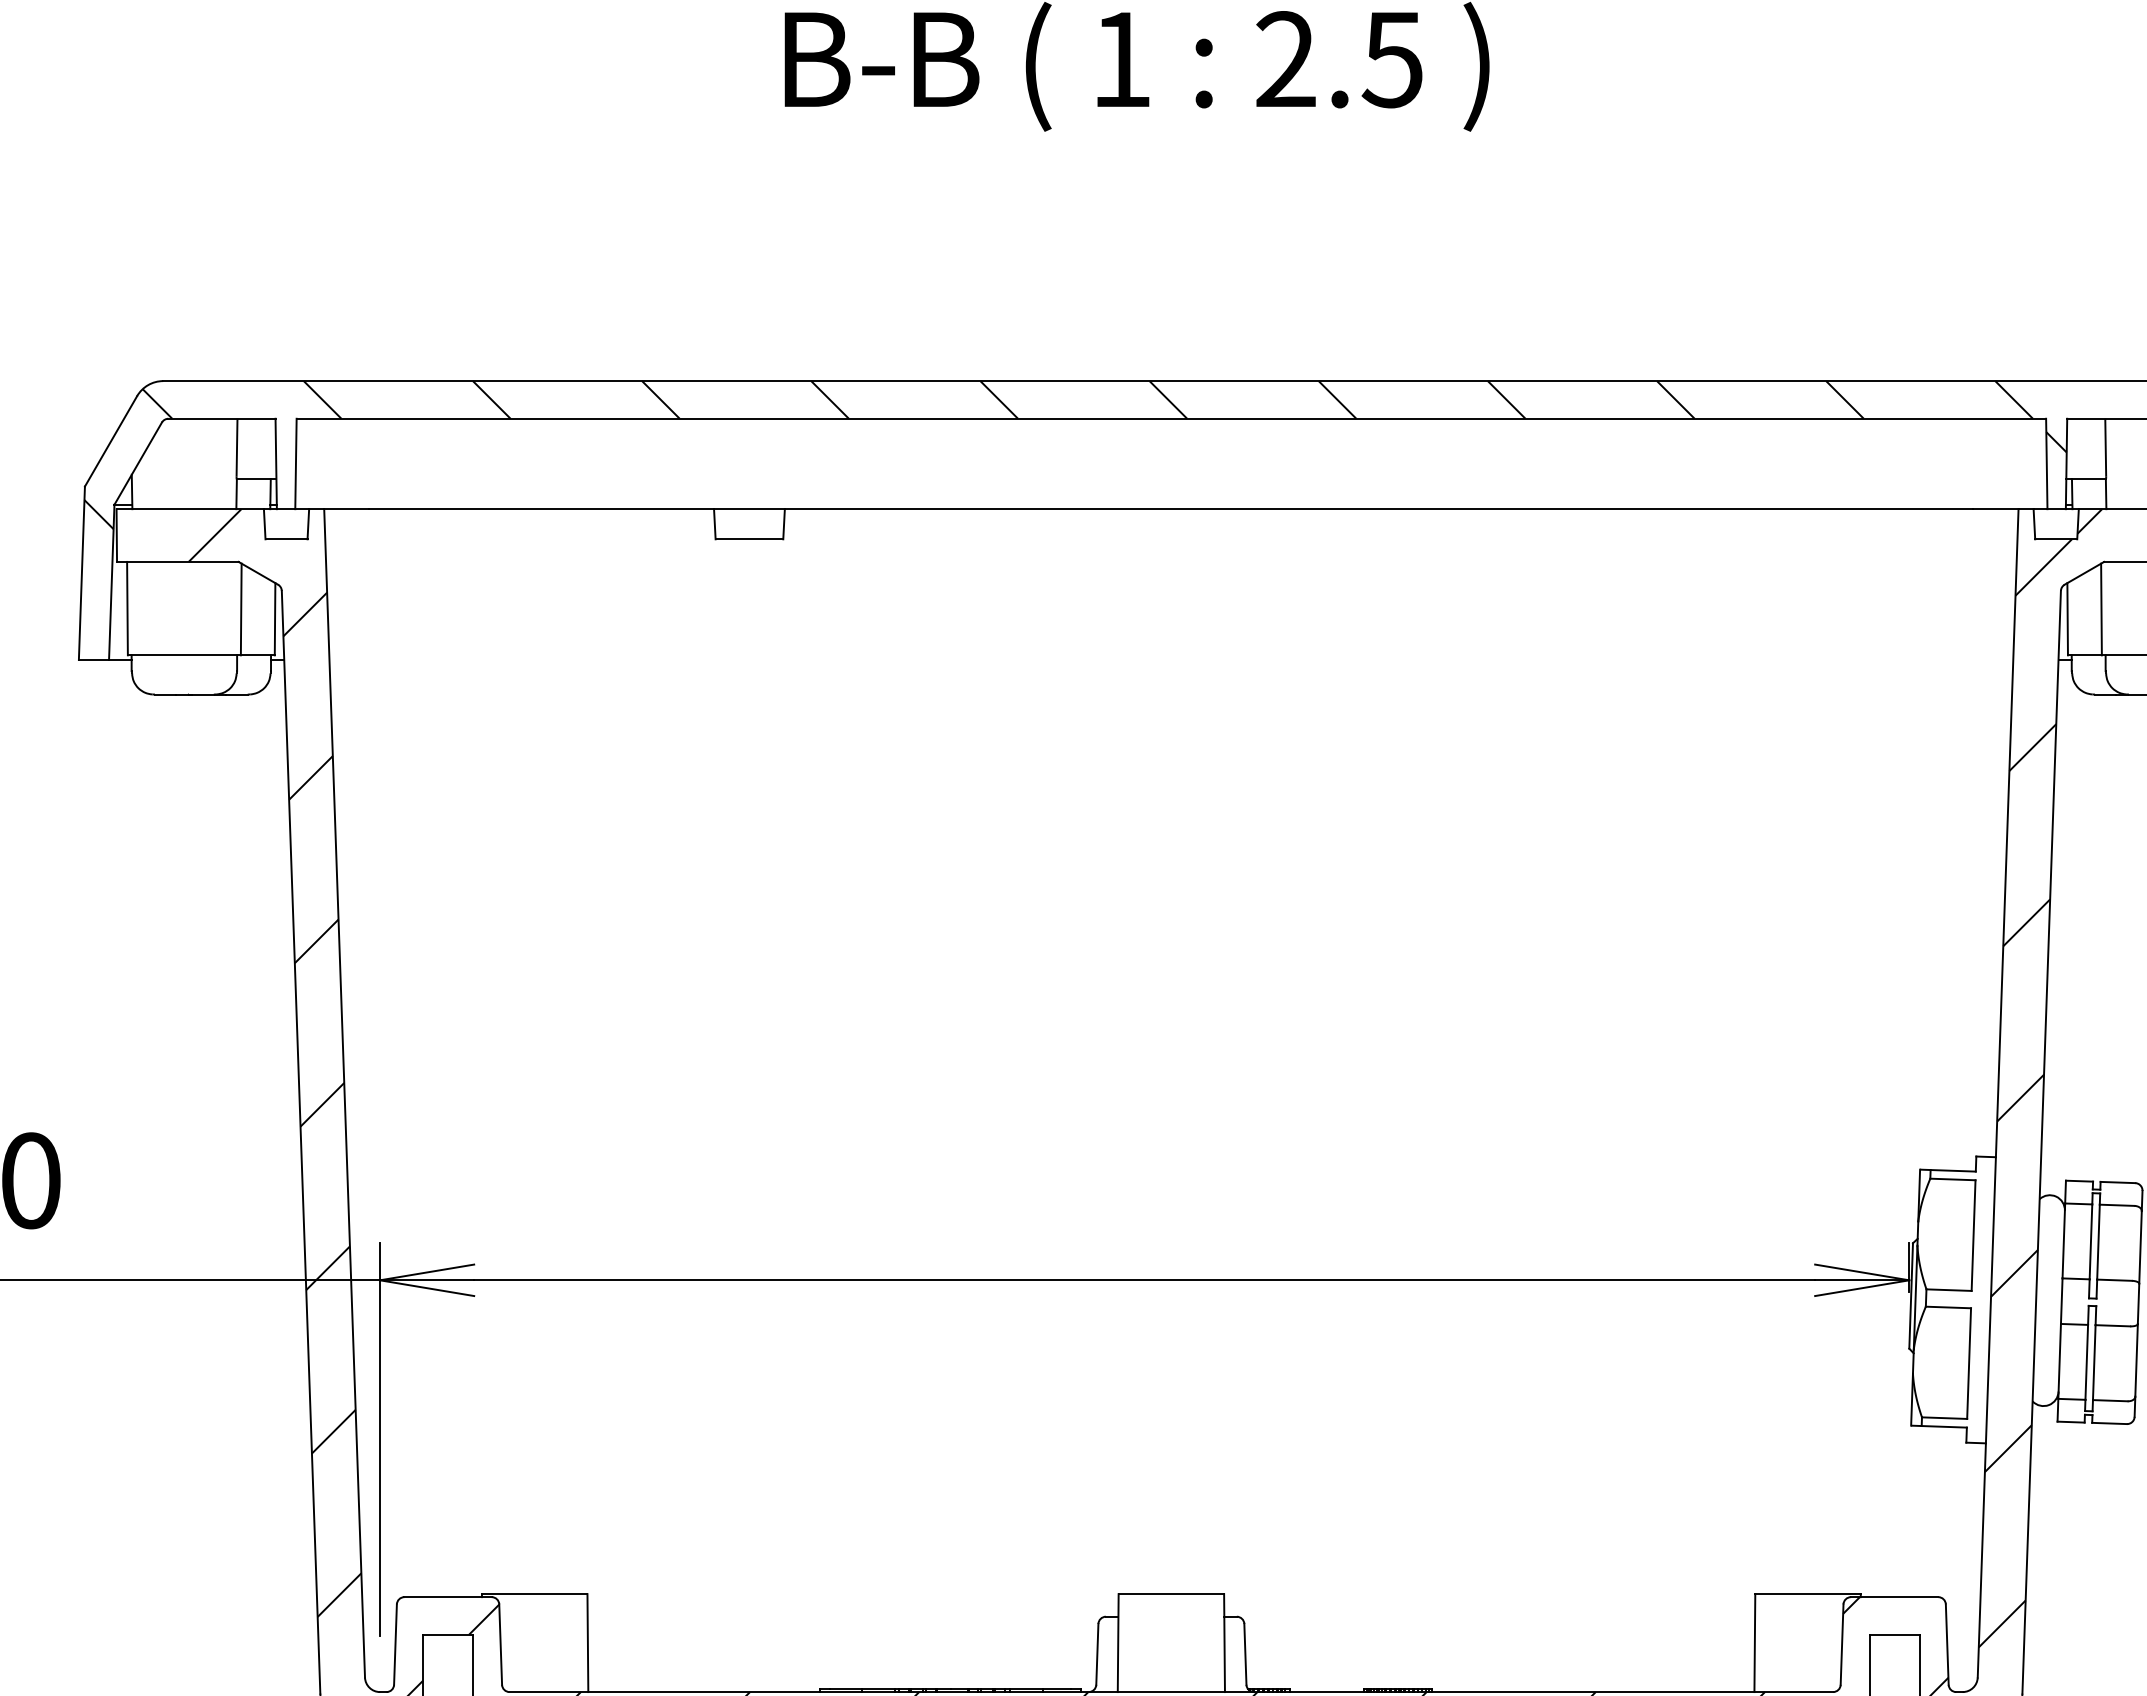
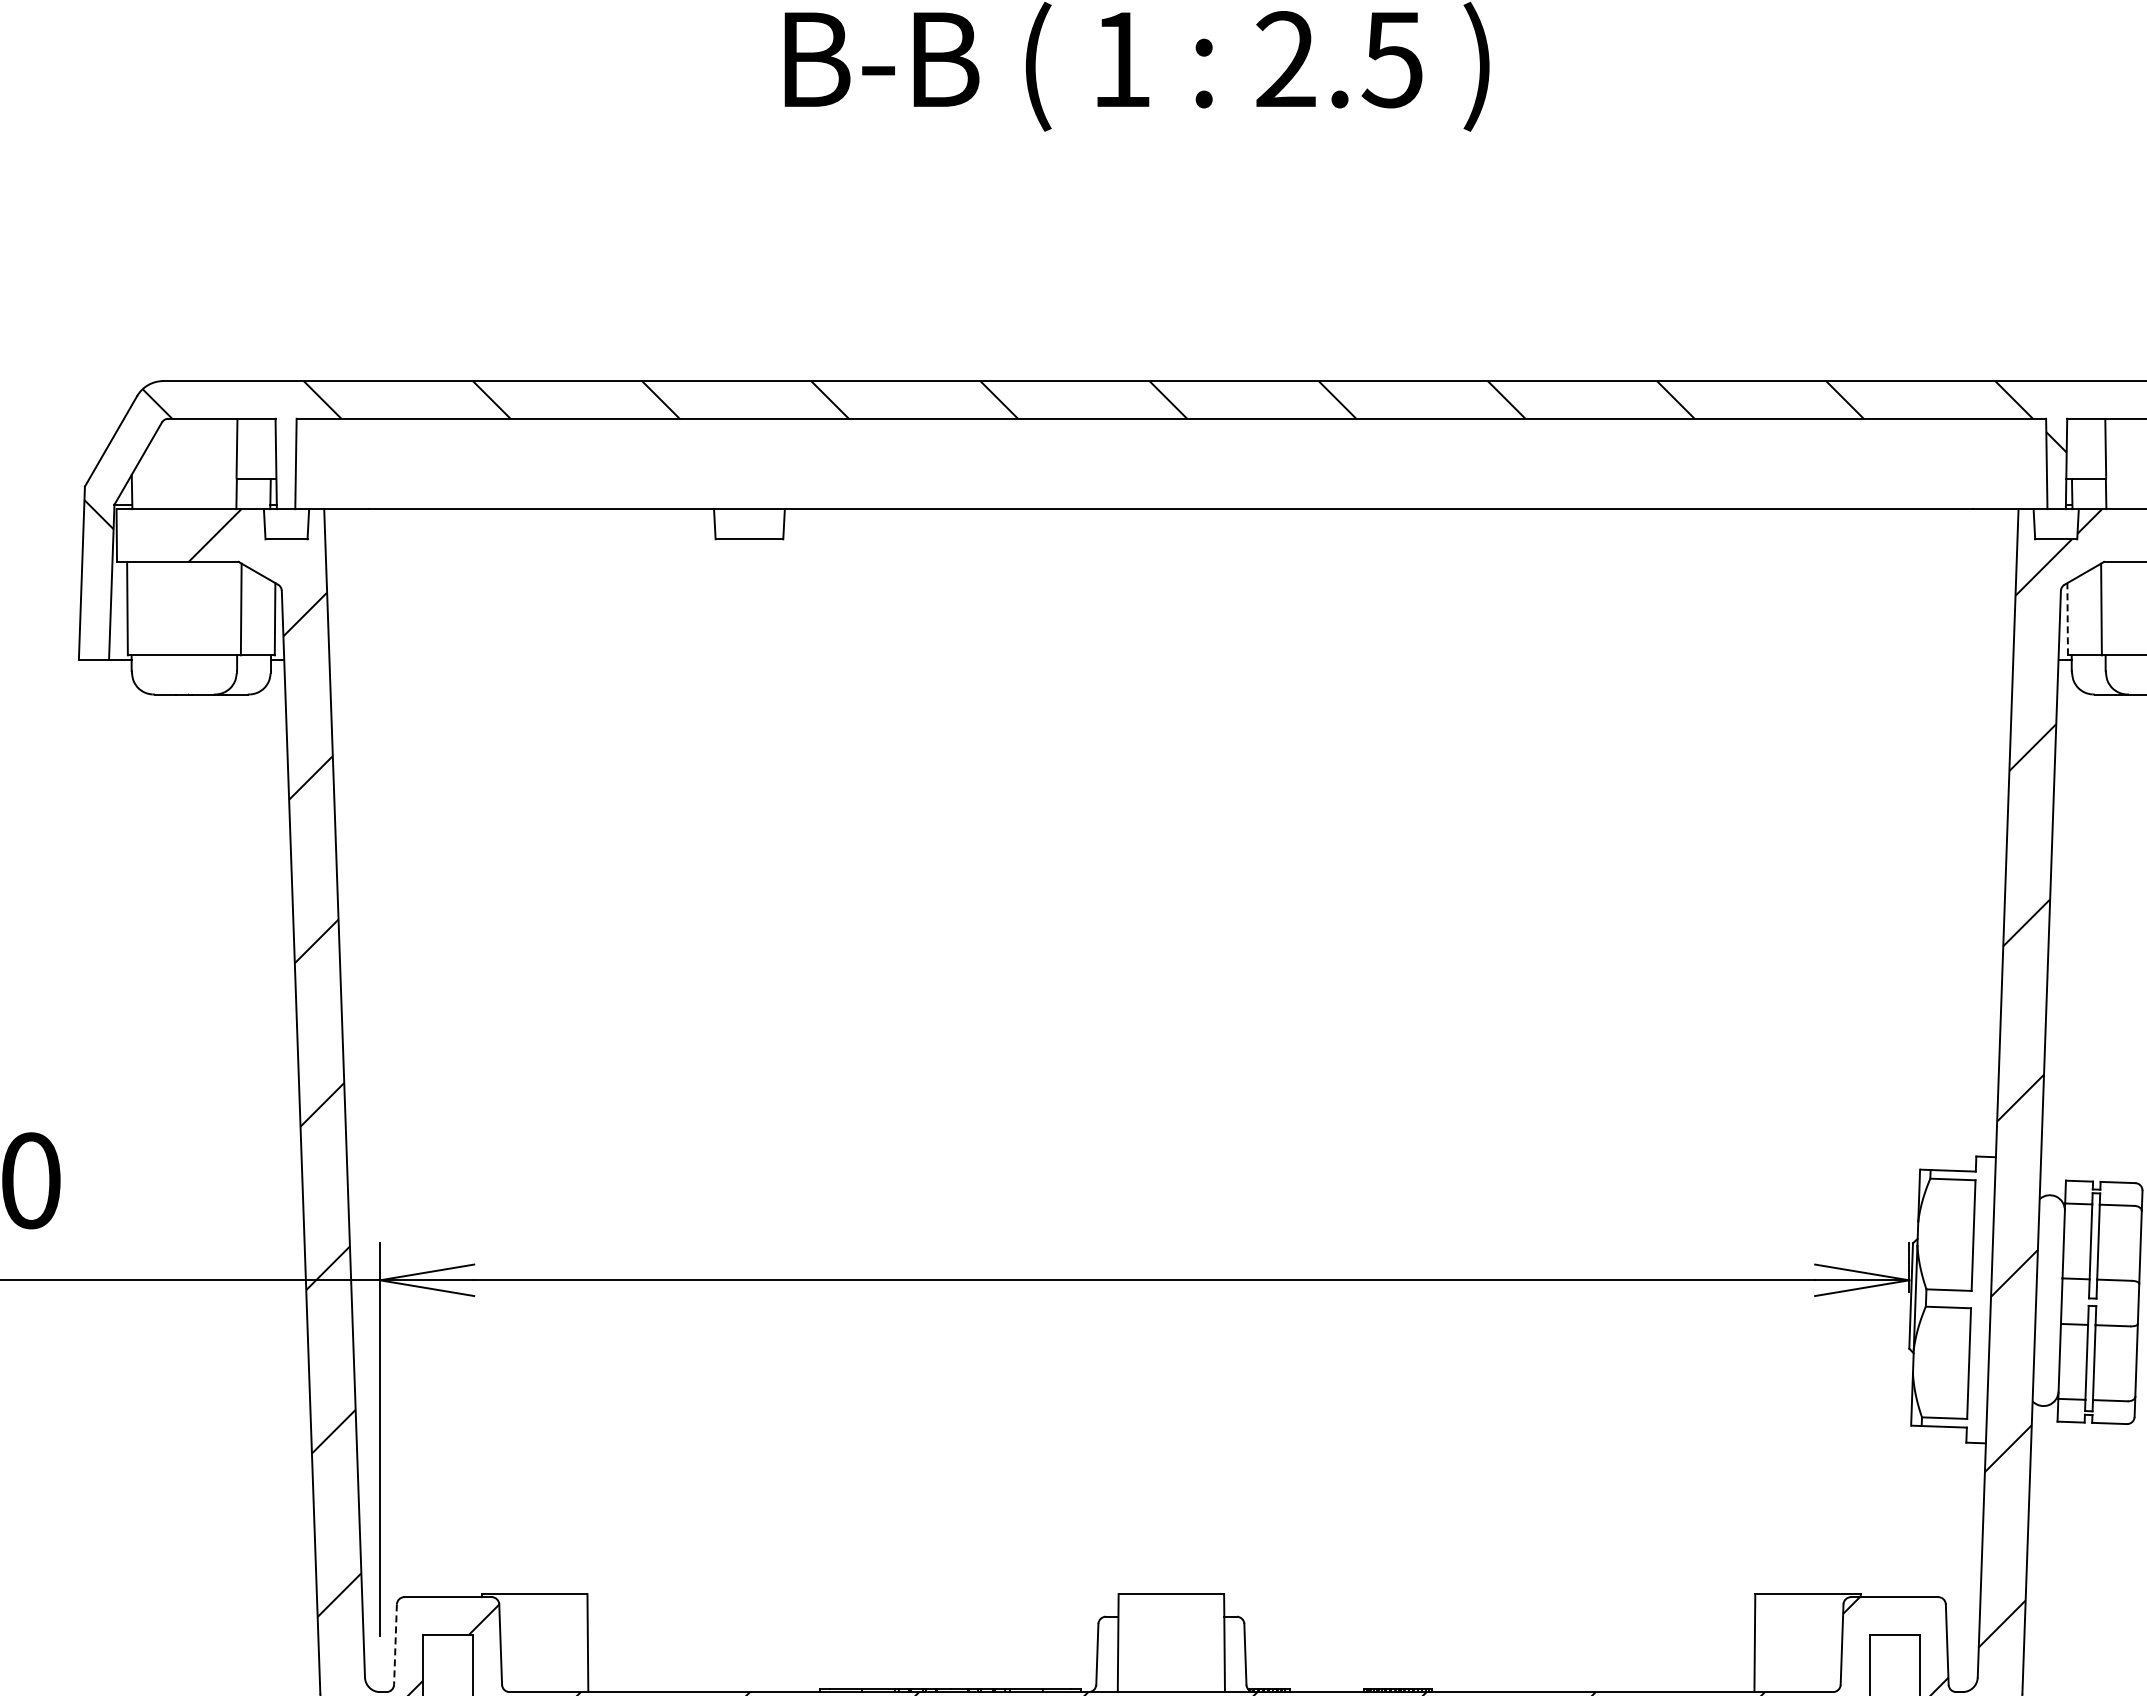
line at (2067, 618): solid -> dashed
line at (395, 1645): solid -> dashed
